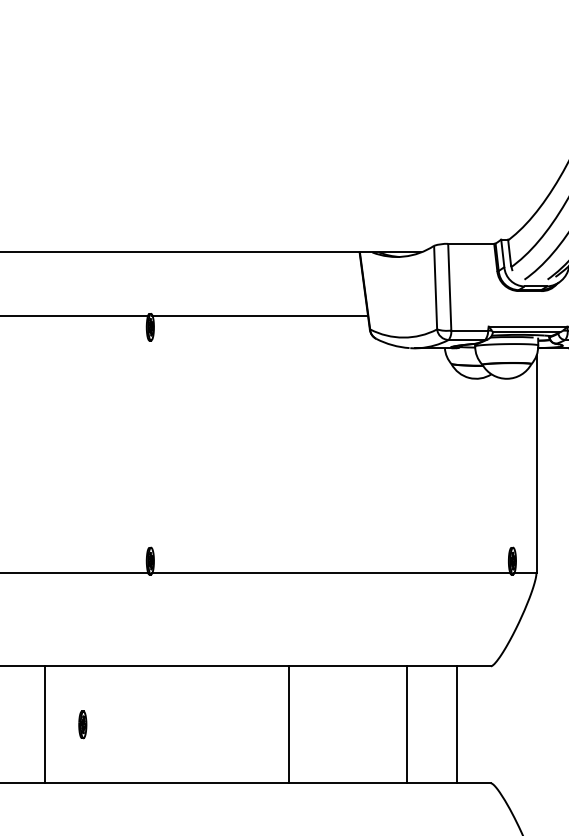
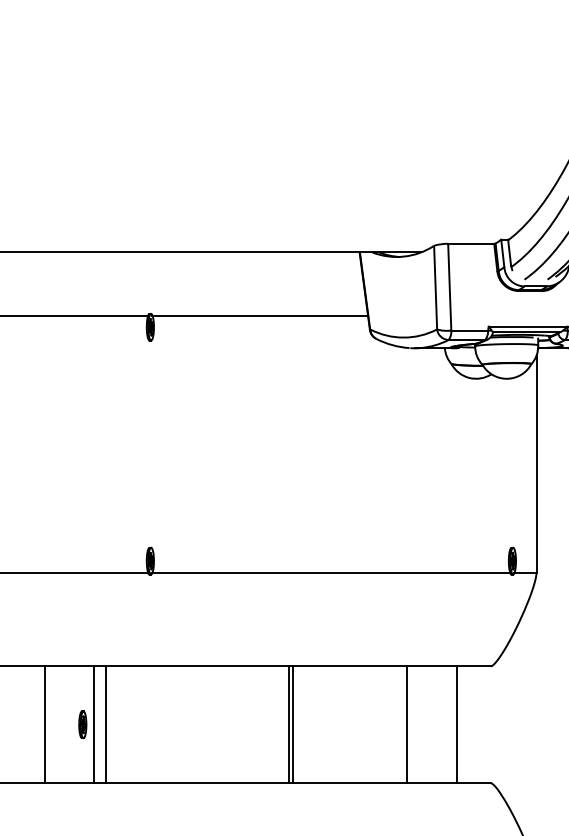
line at (94, 724): none -> present
line at (106, 724): none -> present
line at (292, 724): none -> present
